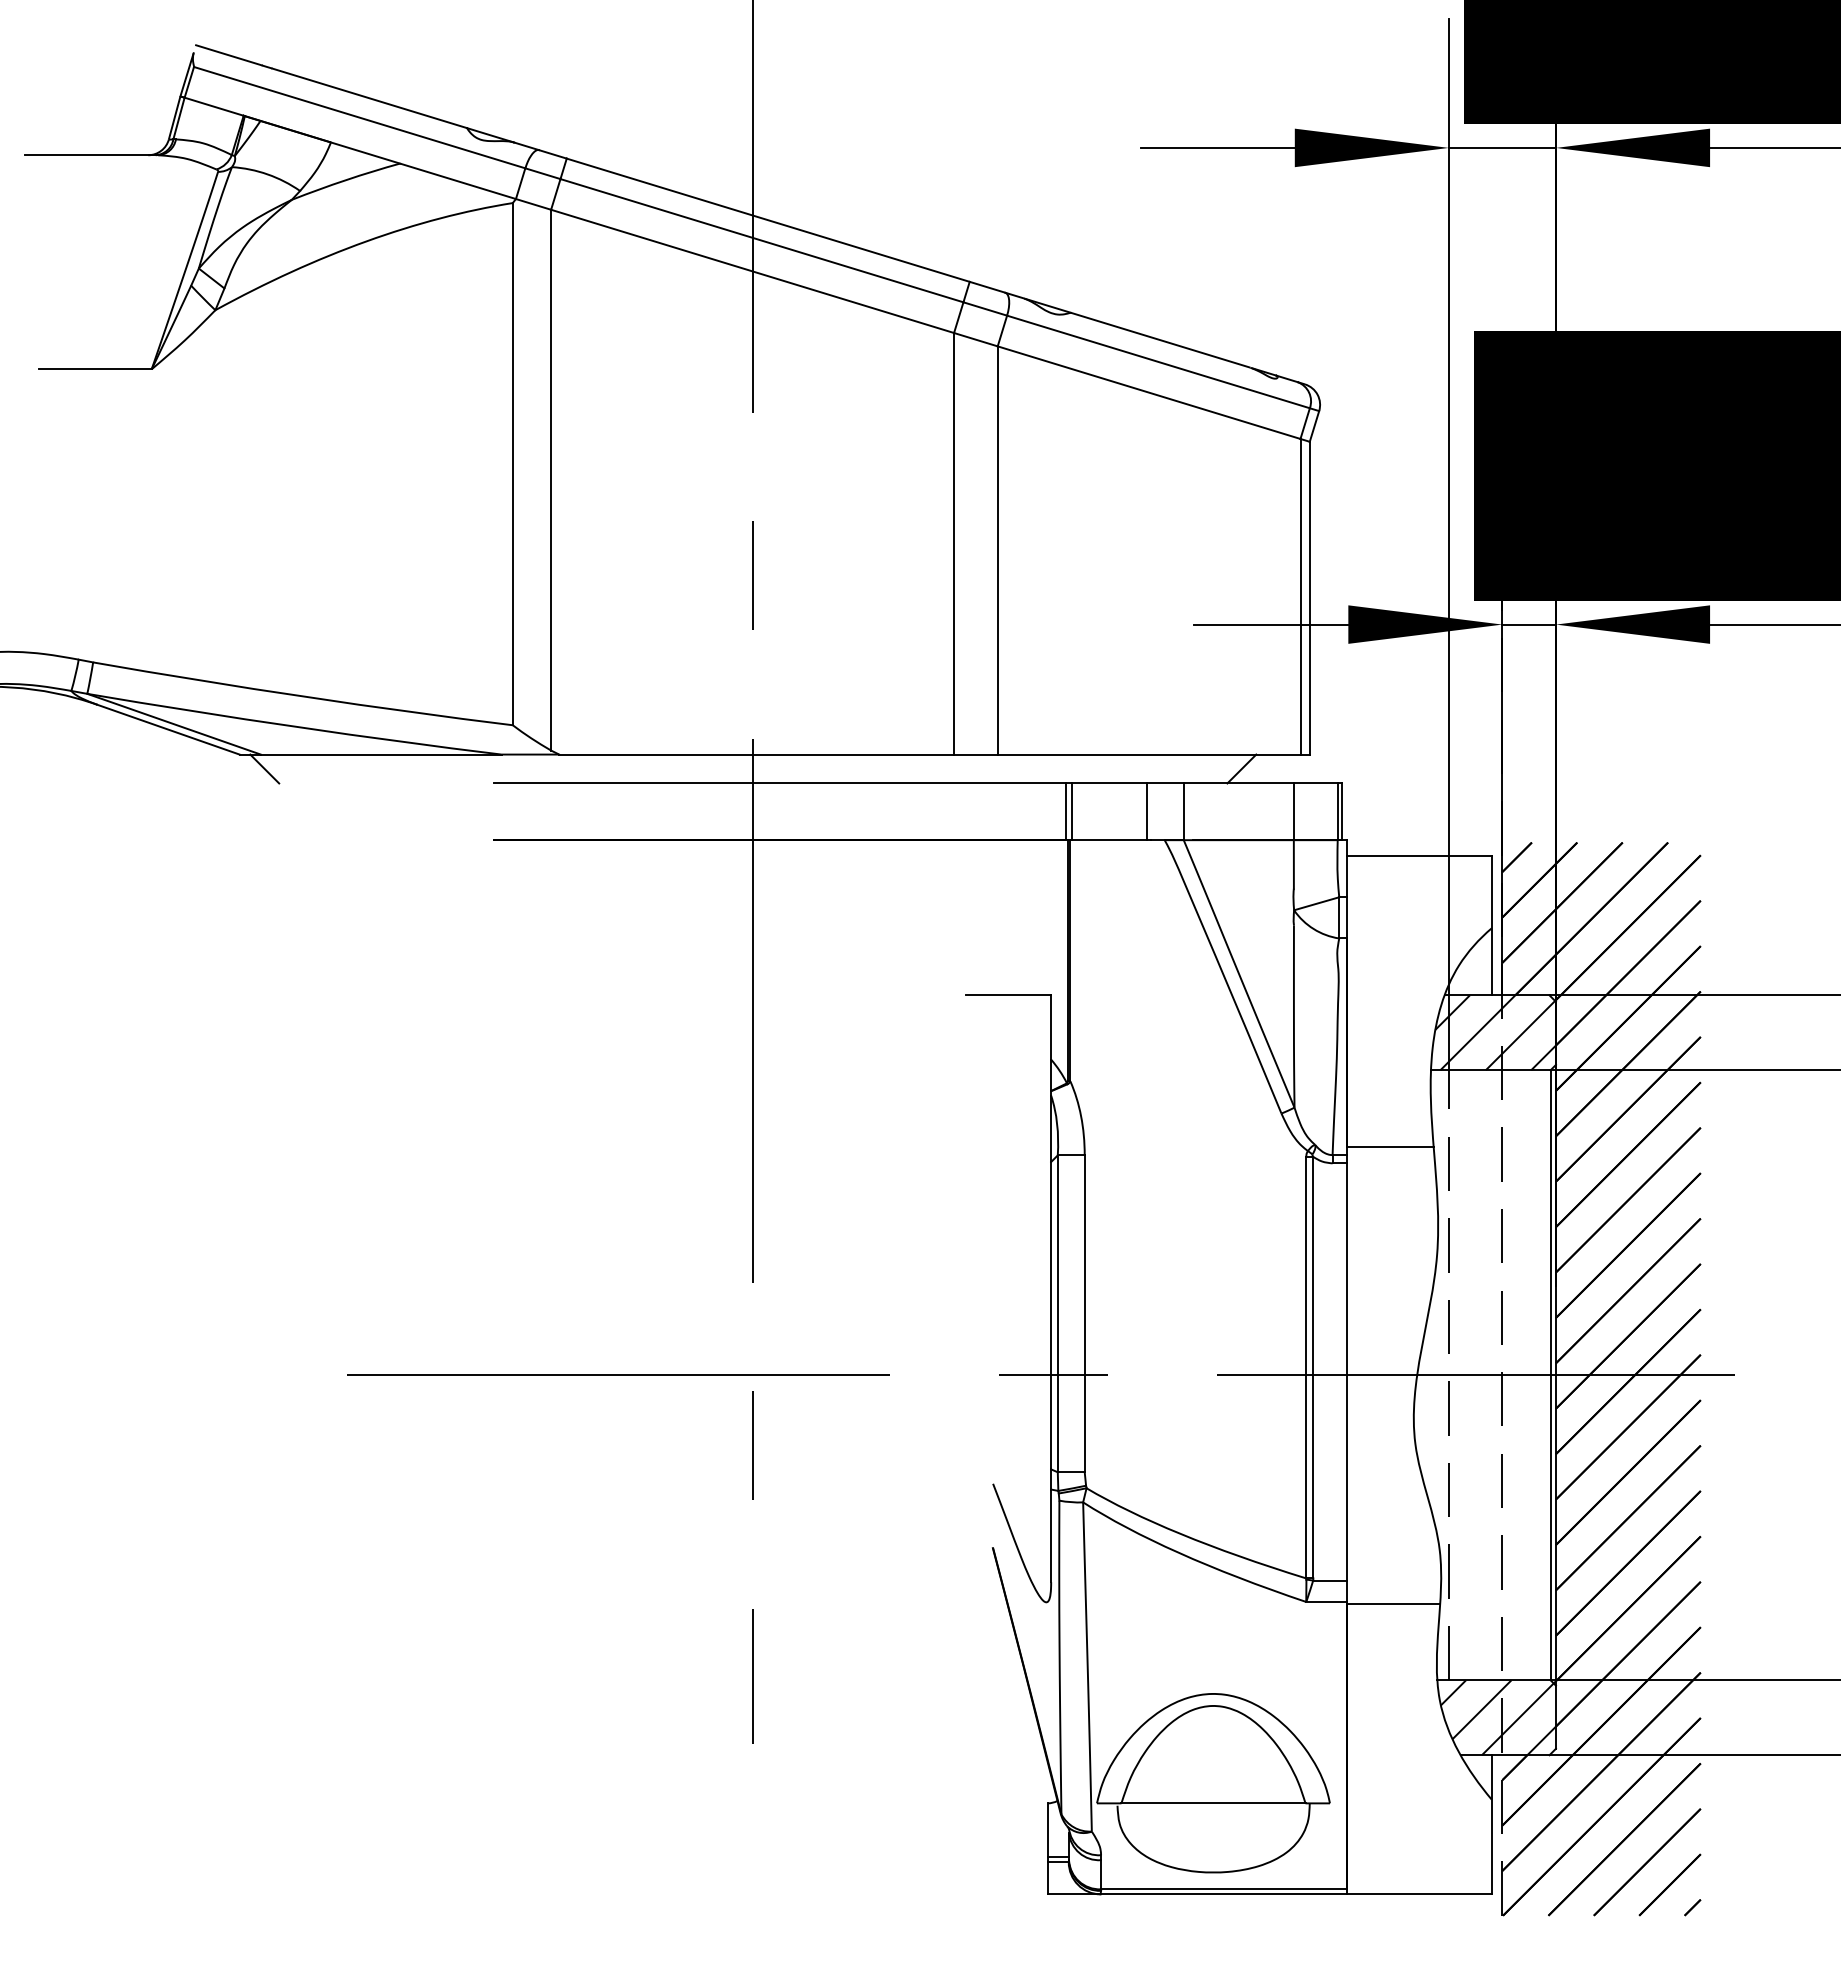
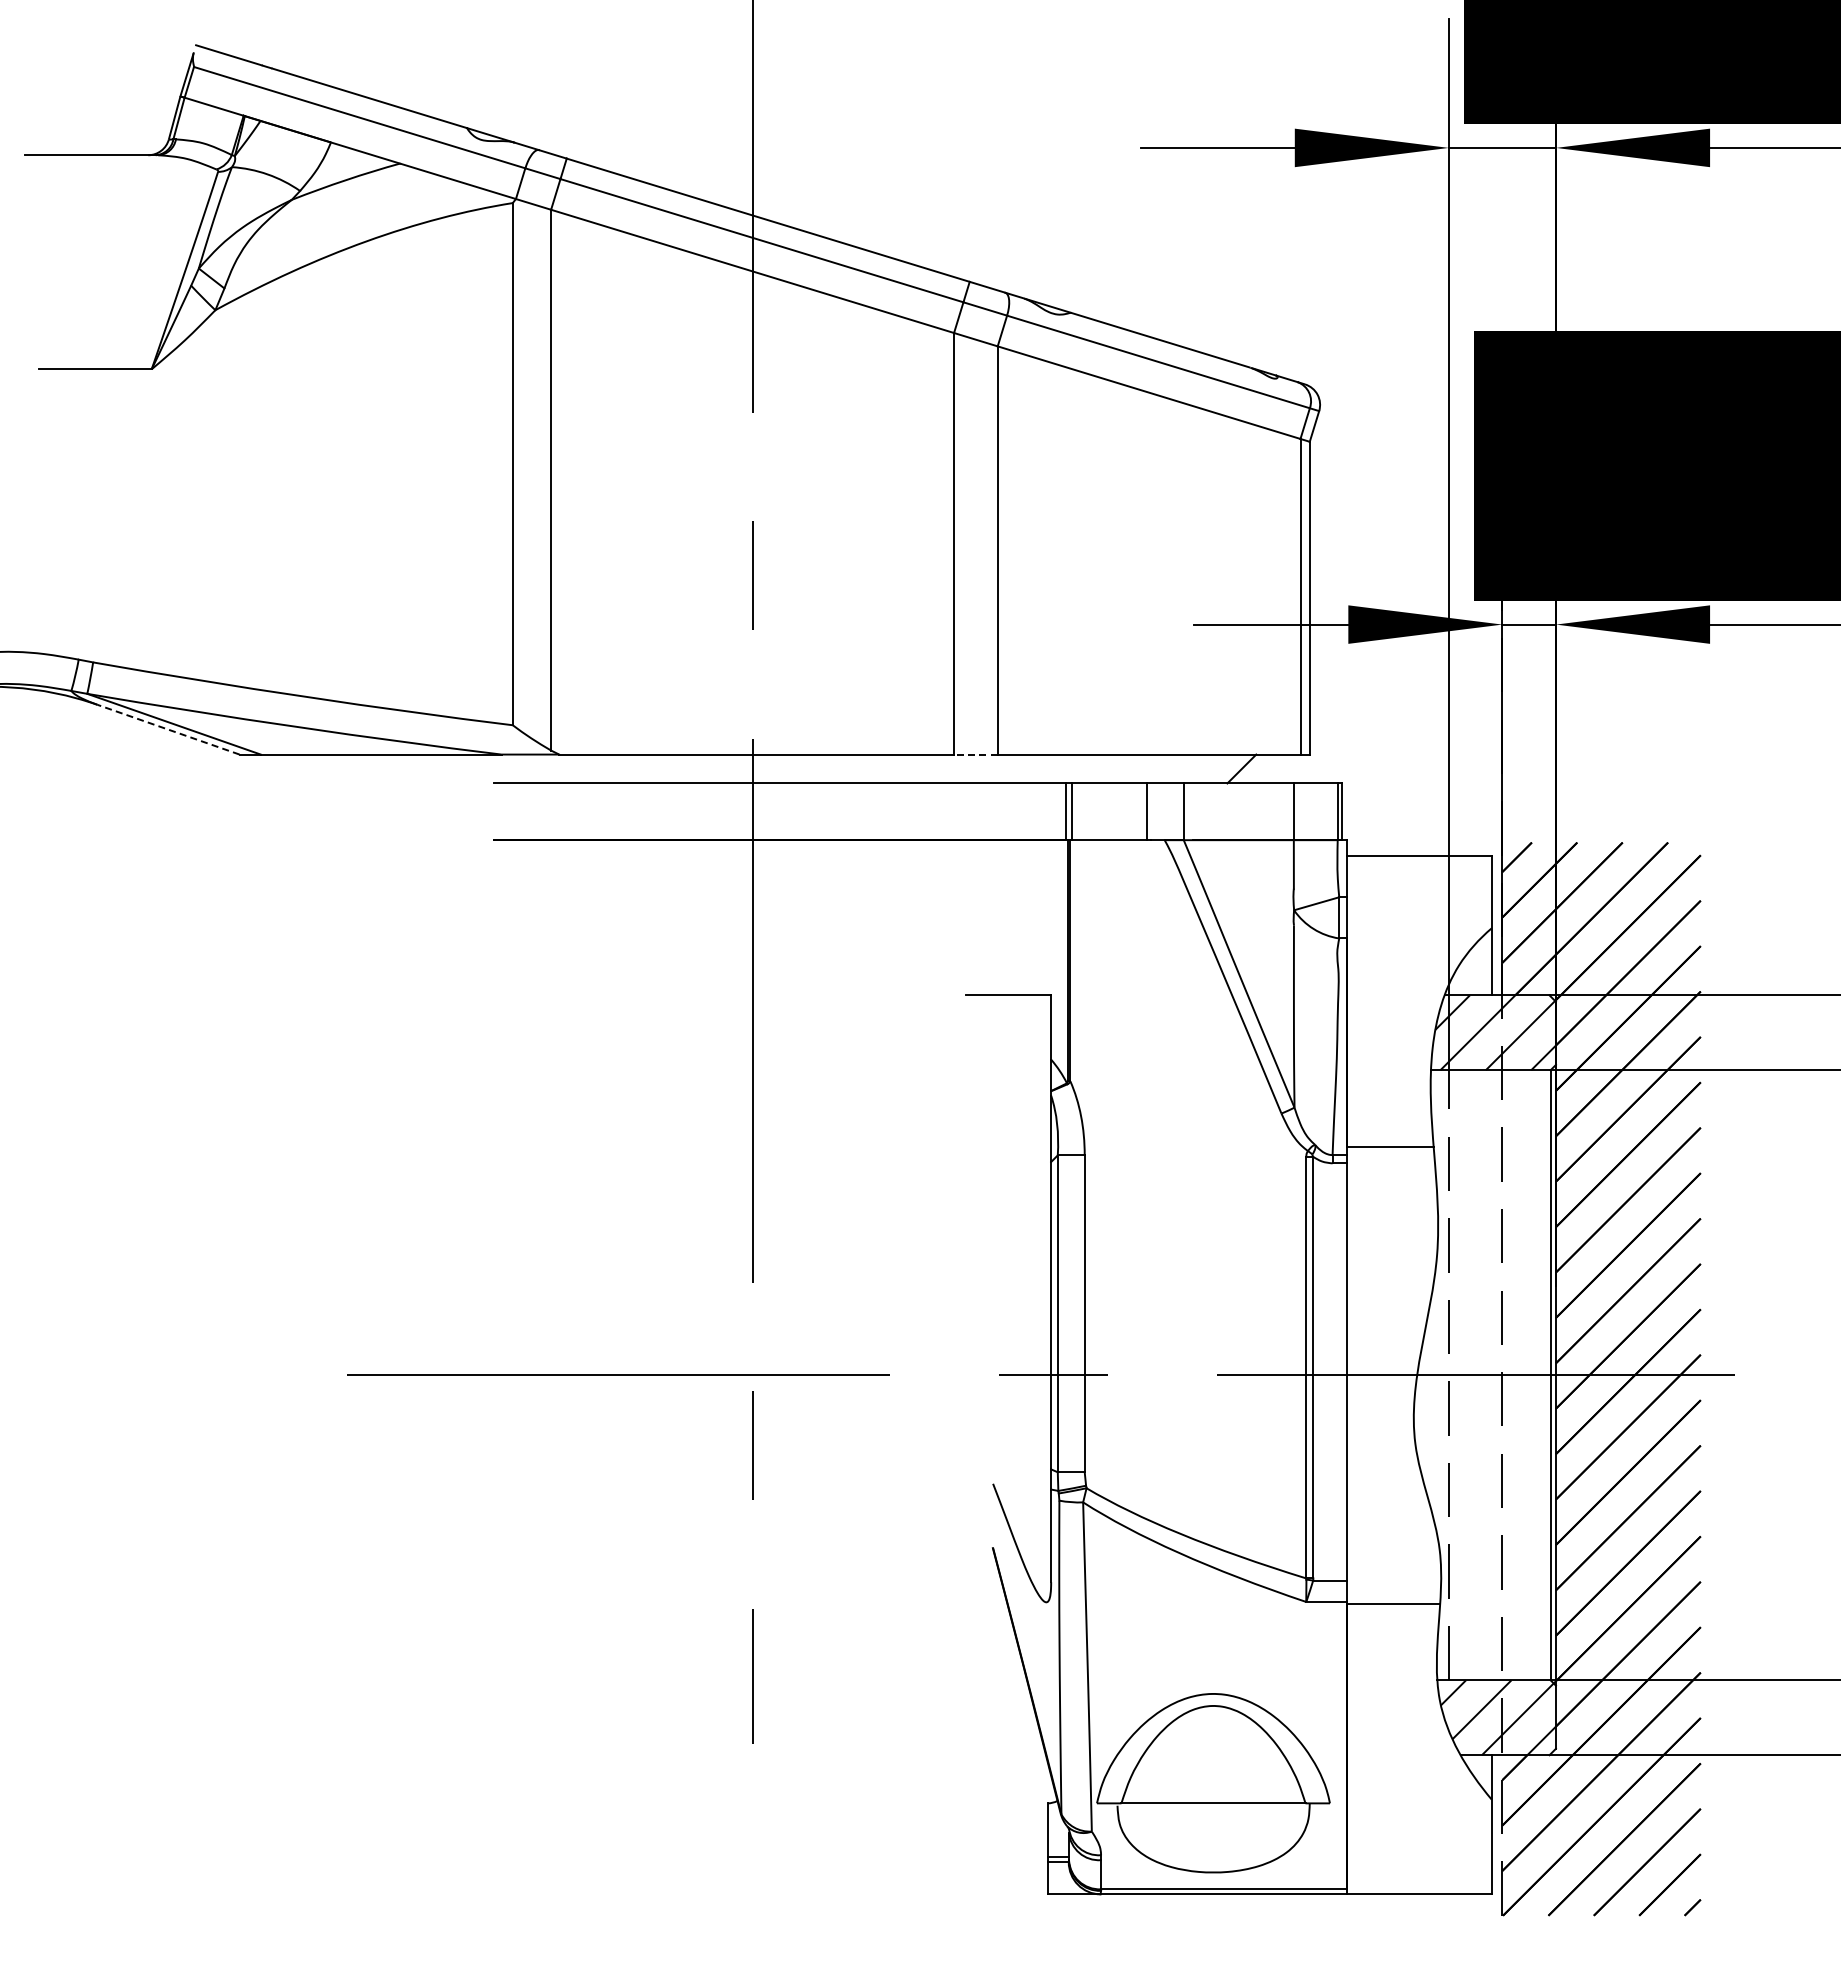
line at (168, 729): solid -> dashed
line at (975, 754): solid -> dashed
line at (264, 768): present -> none
